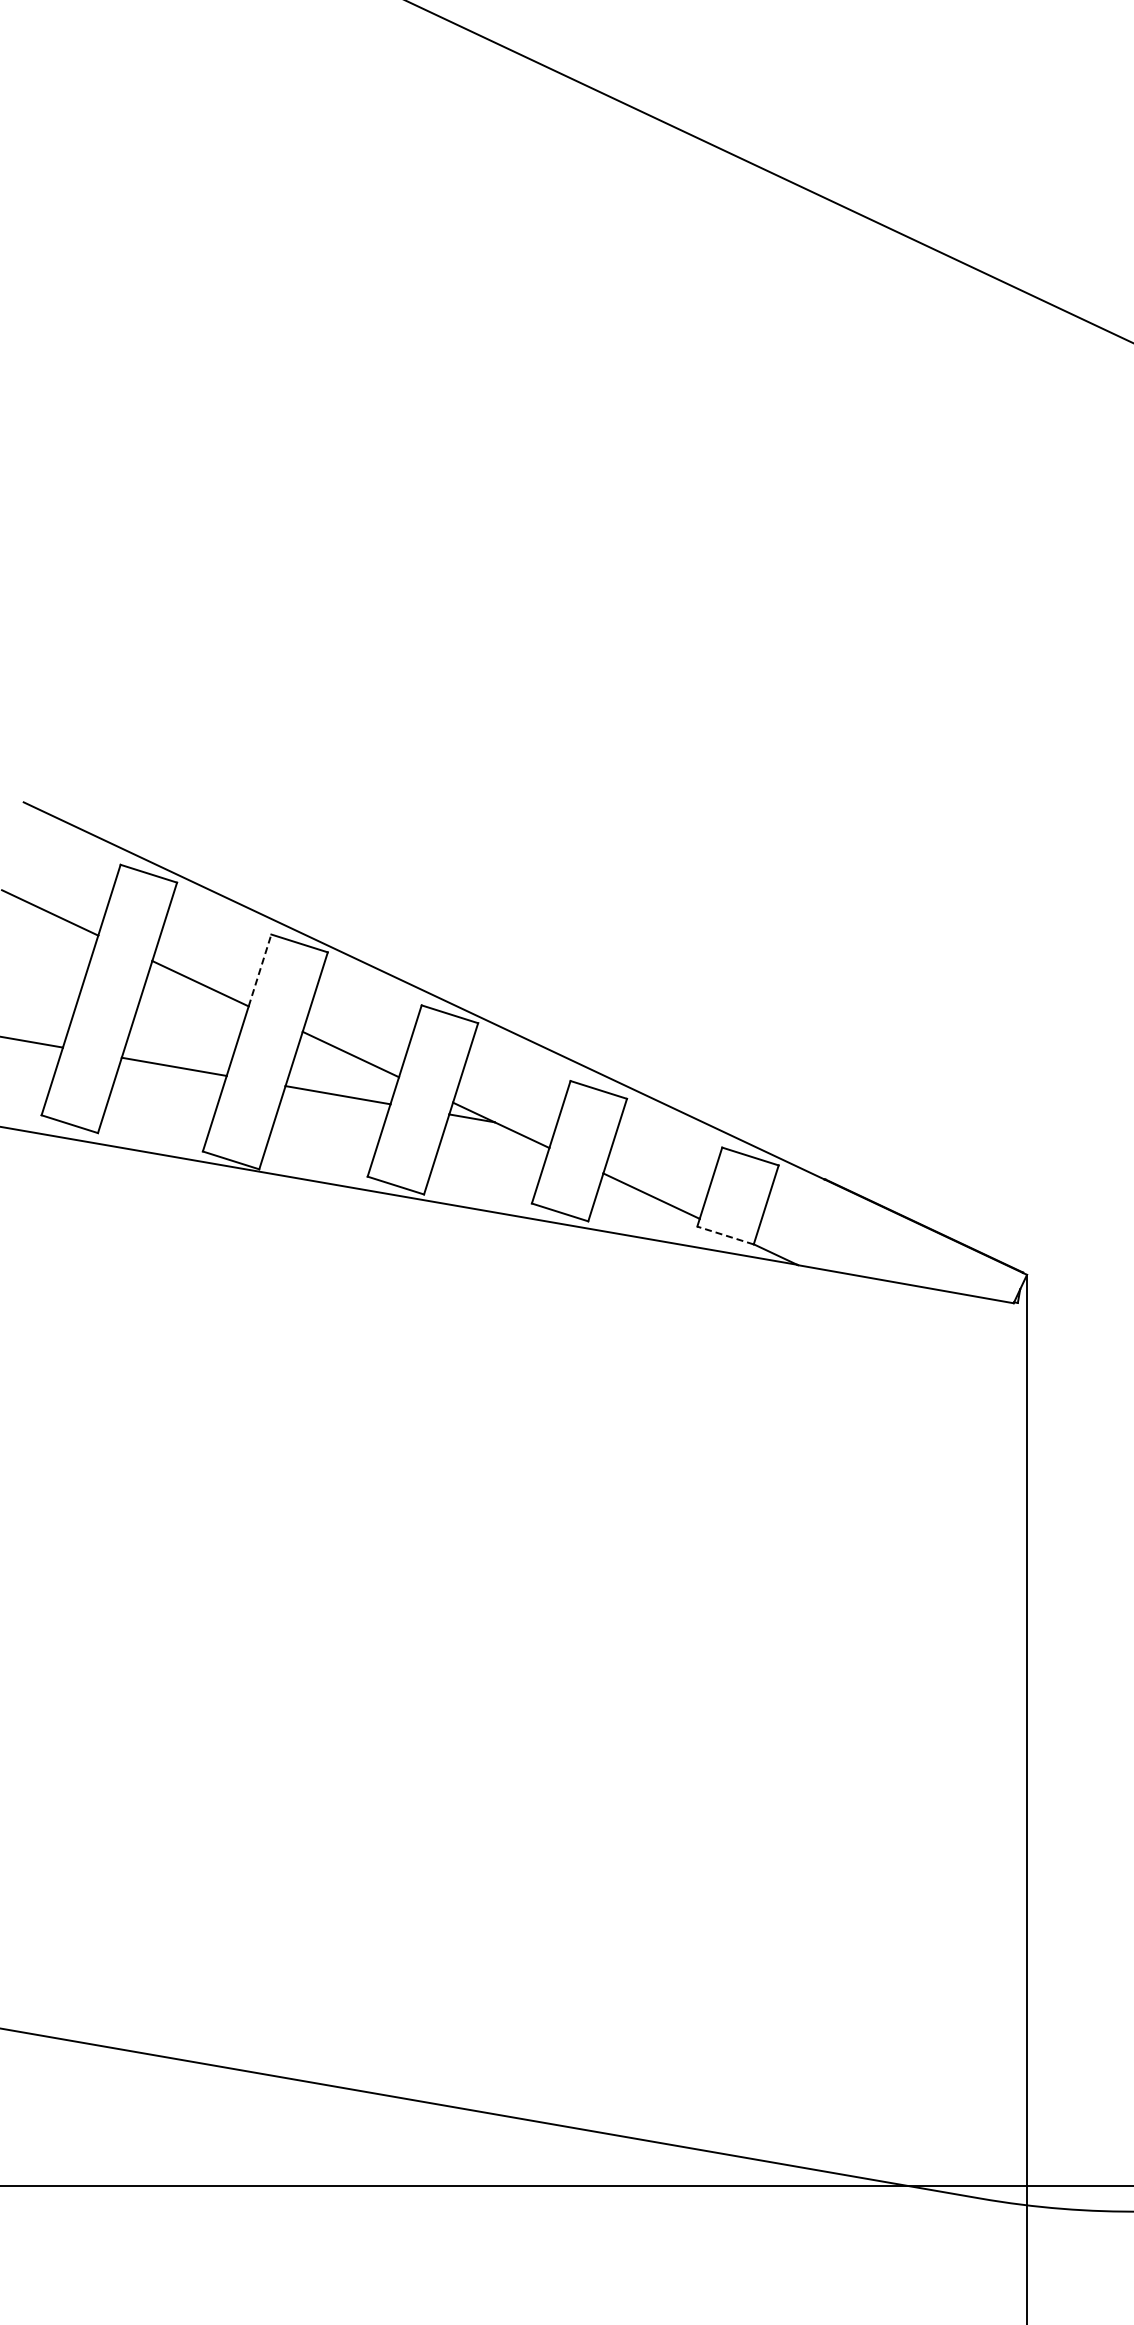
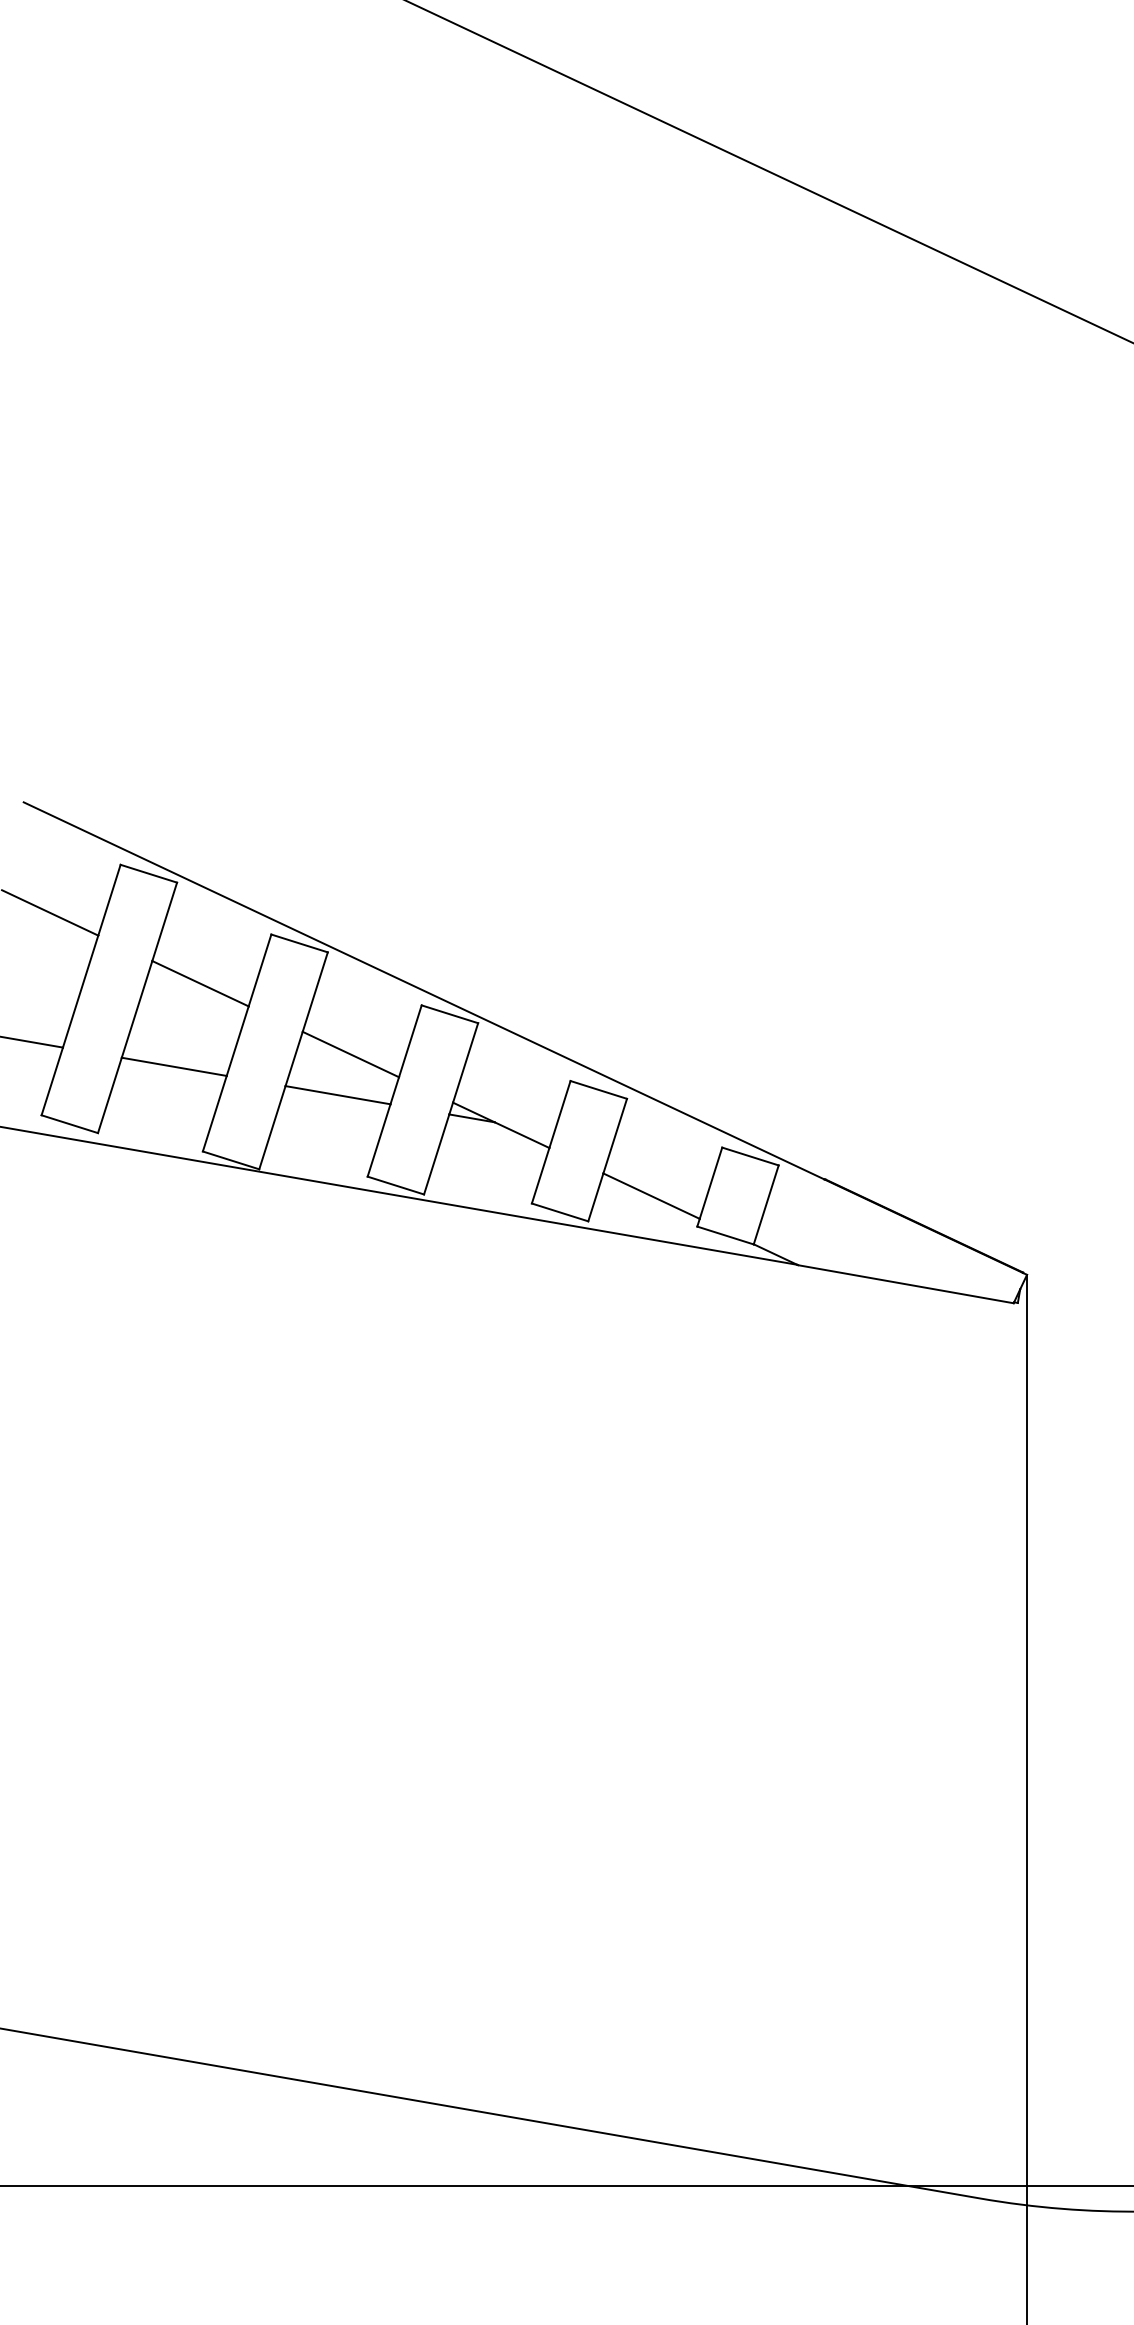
line at (260, 970): dashed -> solid
line at (725, 1235): dashed -> solid
